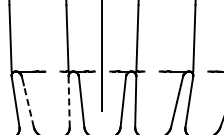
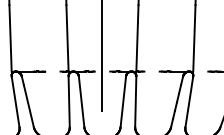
line at (69, 102): dashed -> solid
line at (28, 106): dashed -> solid
